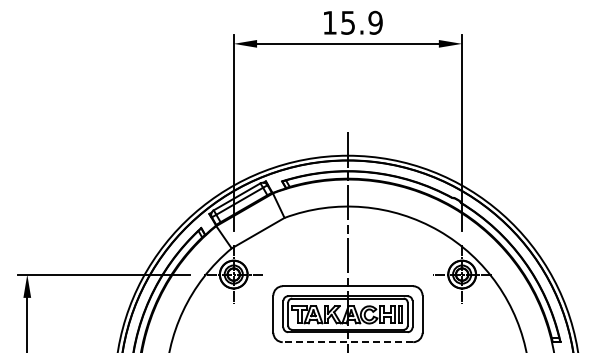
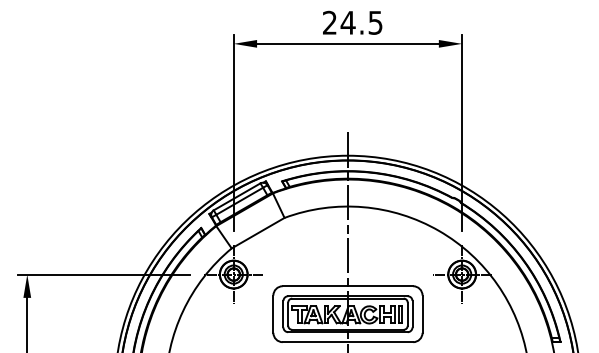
text at (352, 22): 15.9 -> 24.5
line at (347, 342): dashed -> solid
